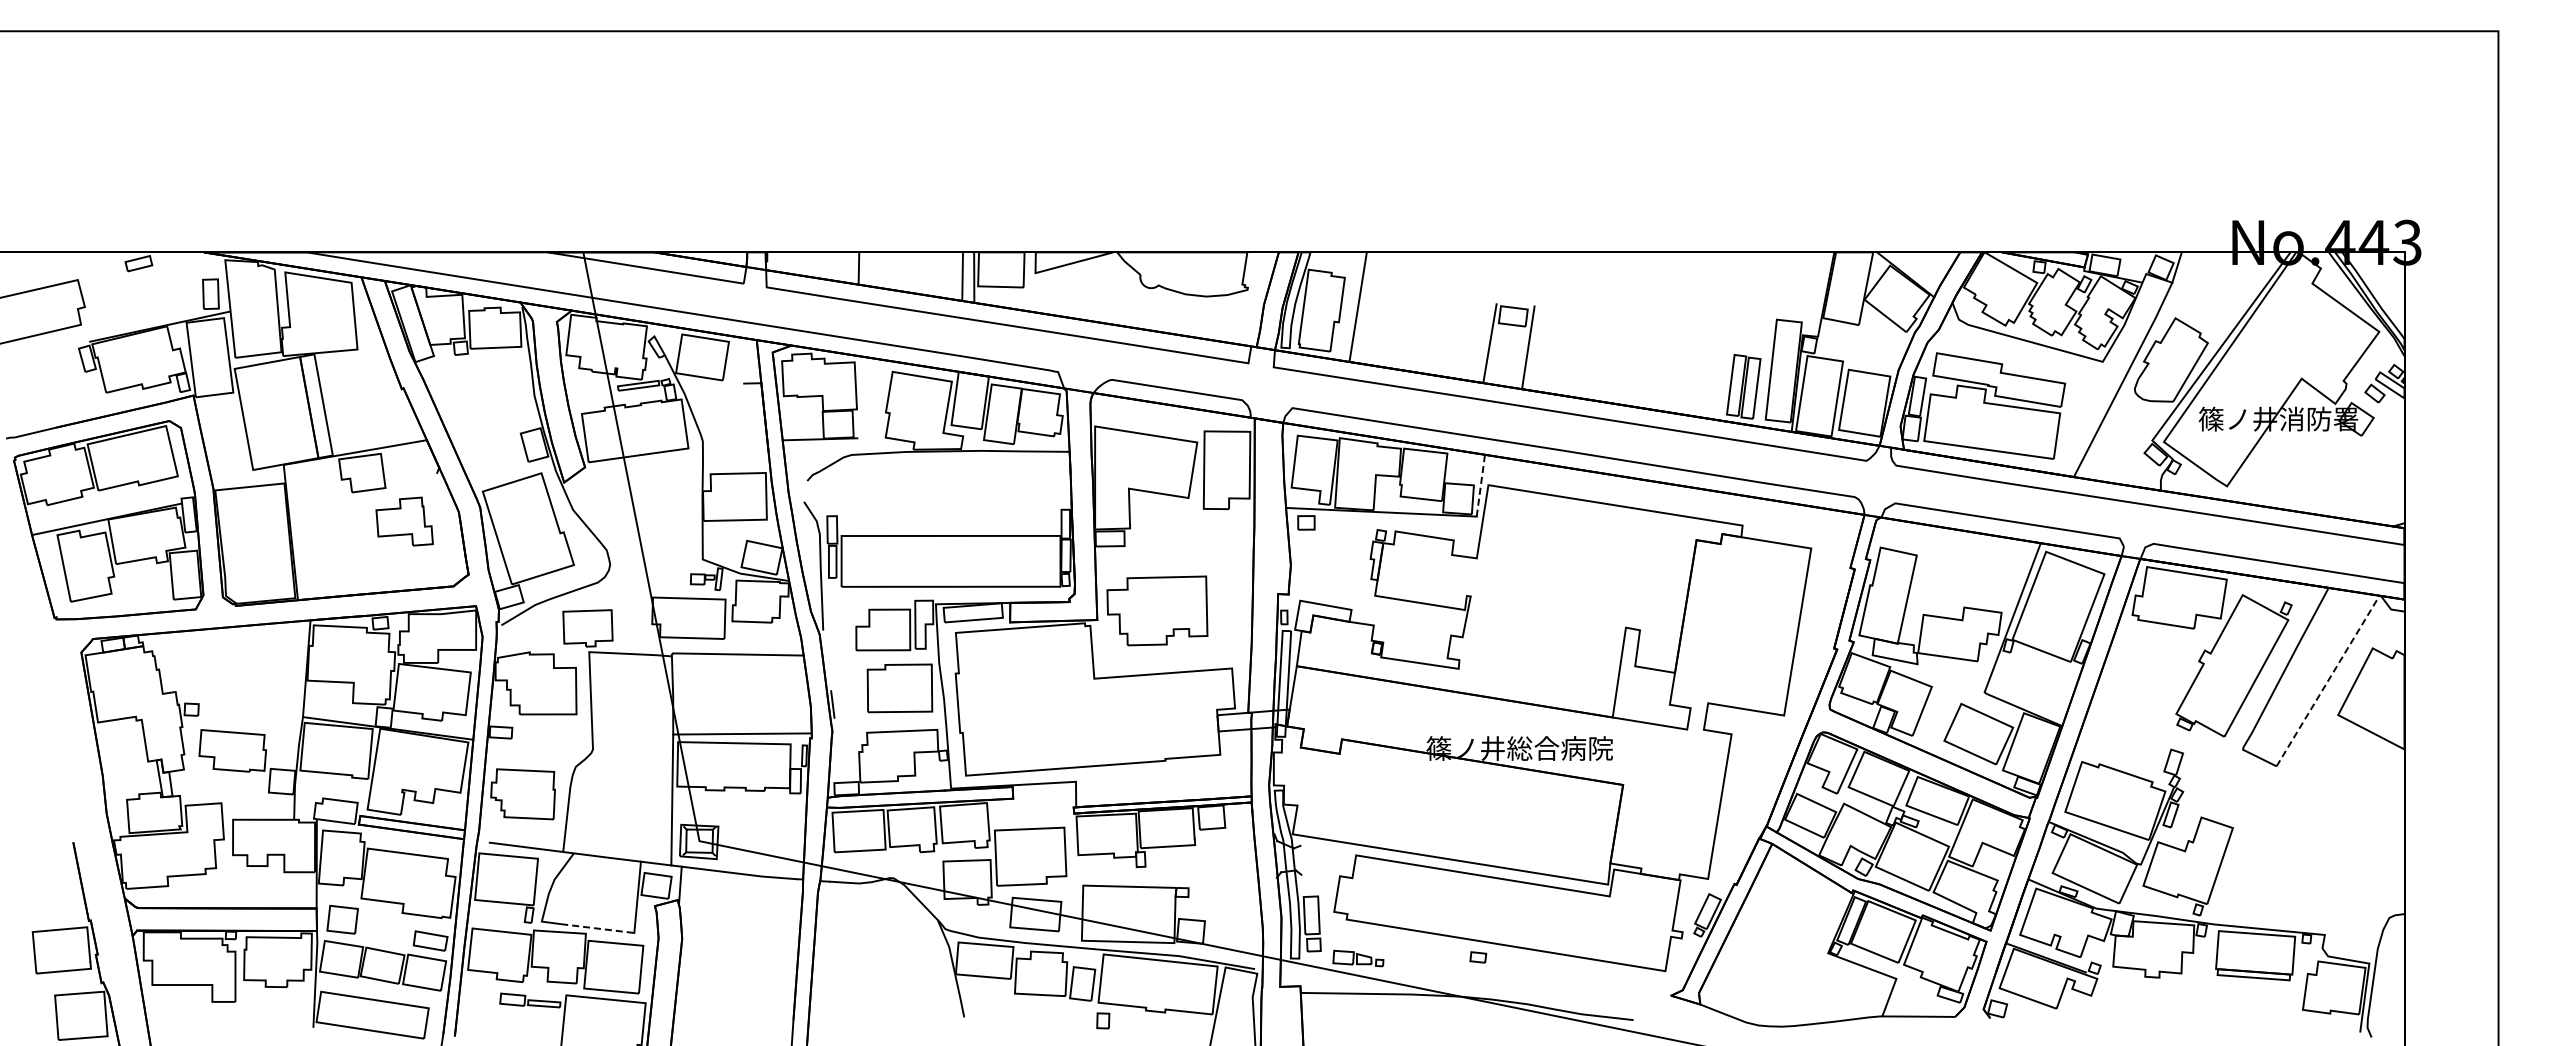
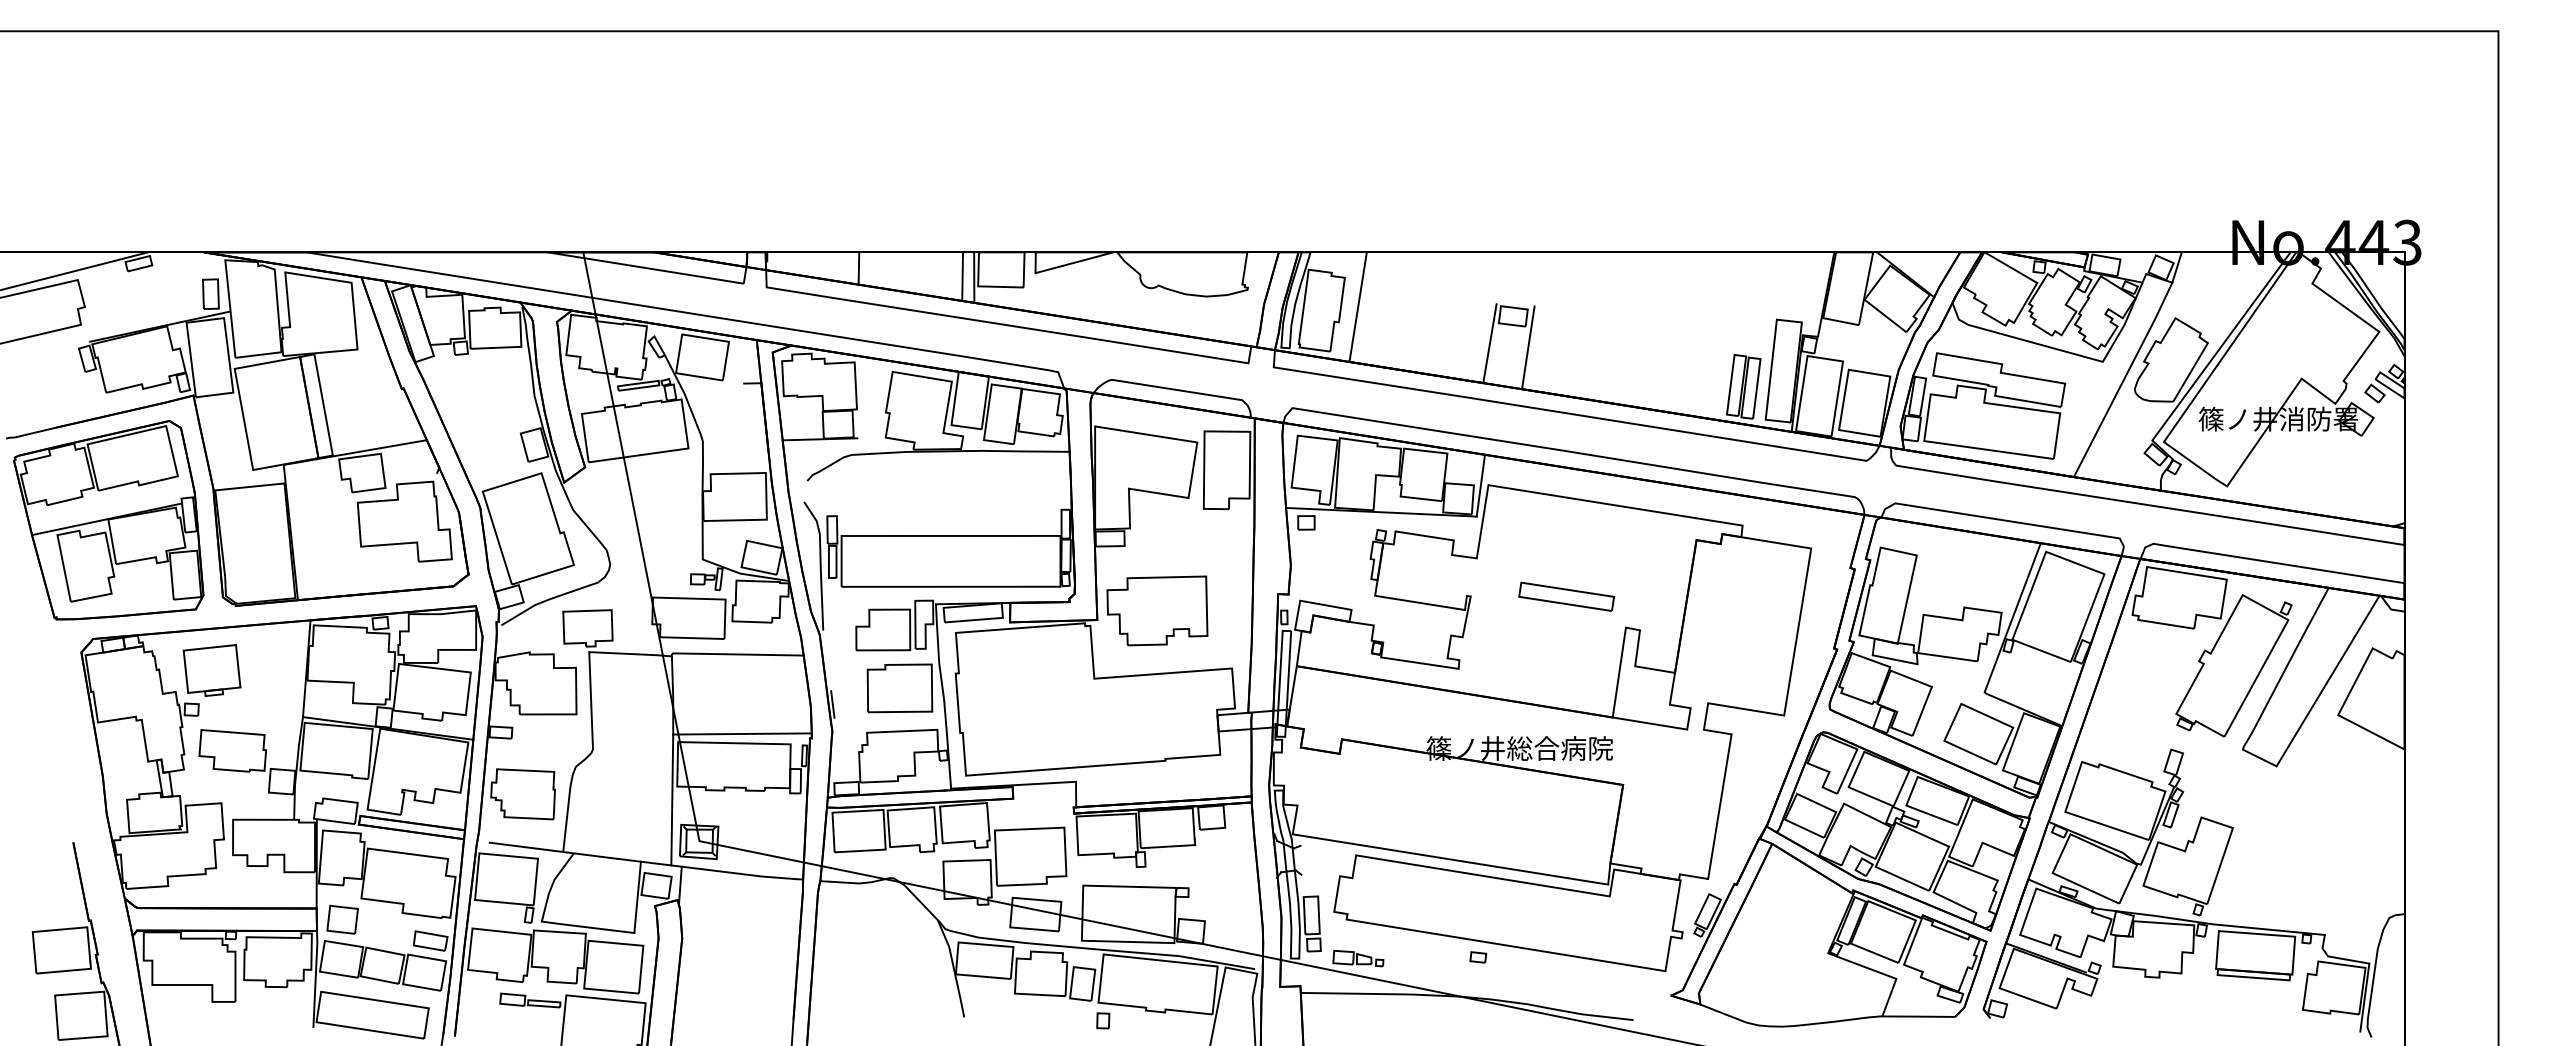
line at (75, 270): none -> present
line at (1480, 485): dashed -> solid
part at (404, 521) size: 59x51 px -> 97x83 px
part at (1566, 596): none -> present
part at (211, 670): none -> present
line at (2328, 681): dashed -> solid
line at (597, 928): dashed -> solid
